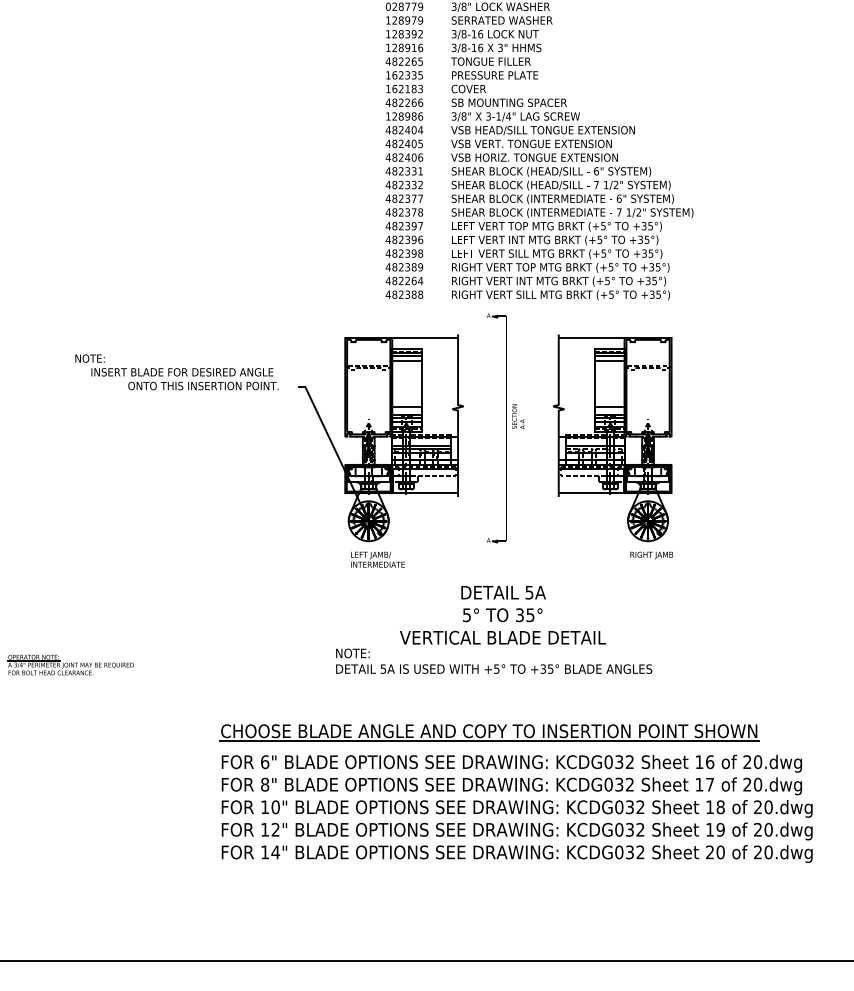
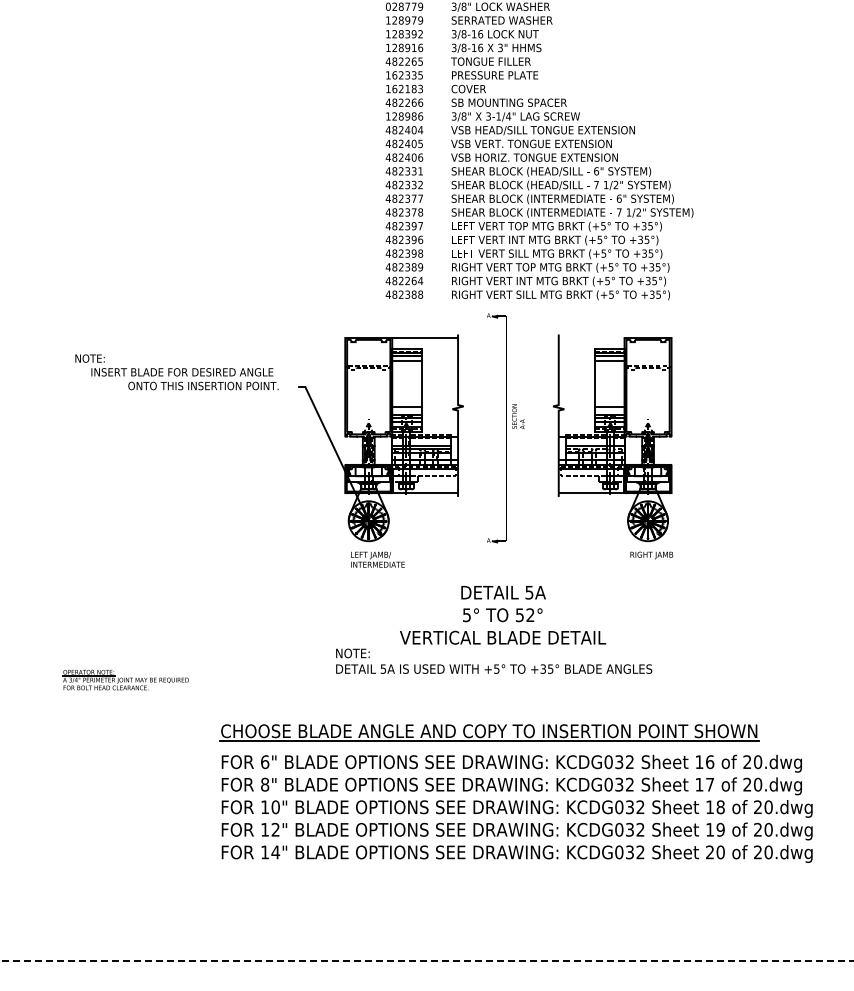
line at (591, 338): present -> none
text at (525, 615): 35° -> 52°
part at (70, 664) position: (70, 664) -> (125, 679)
line at (426, 961): solid -> dashed
